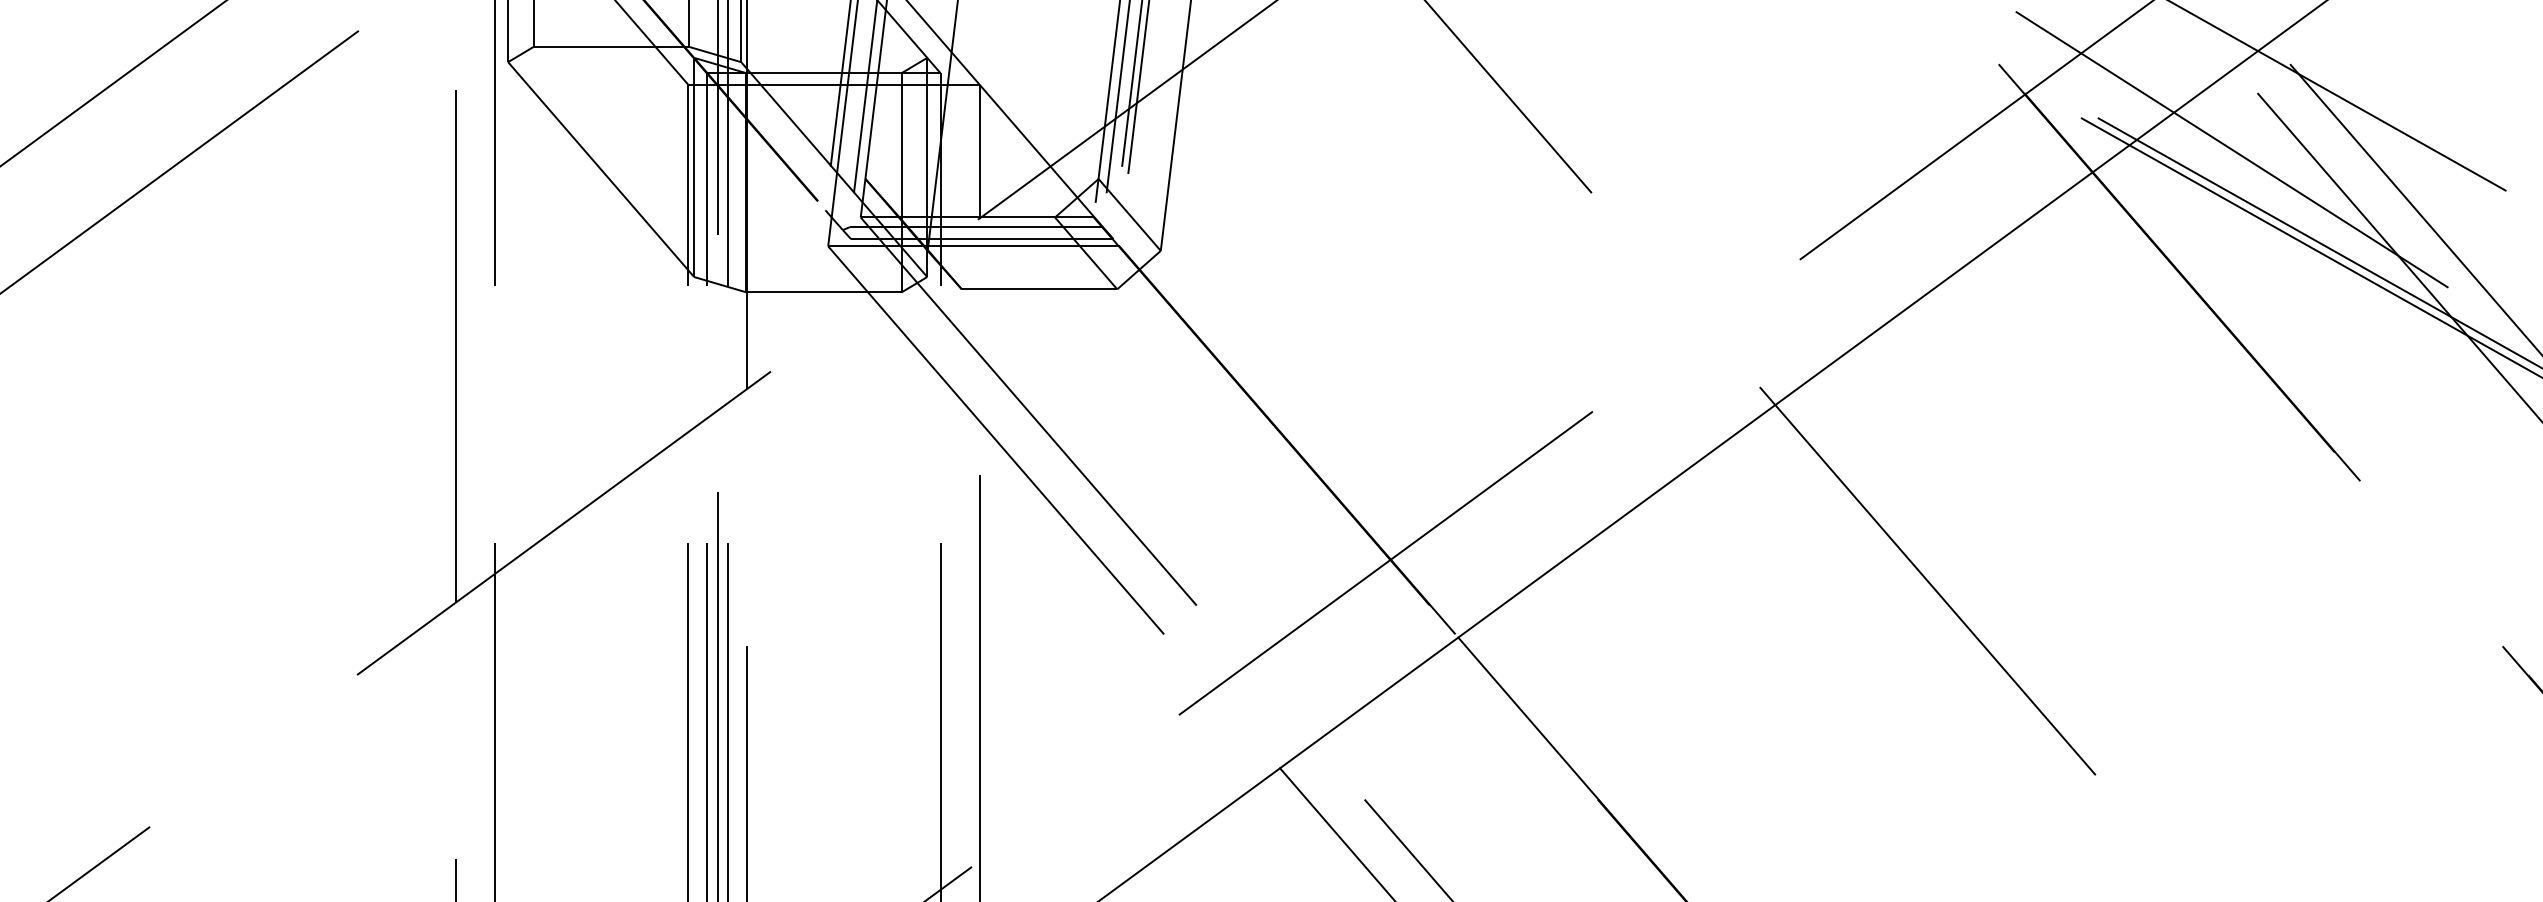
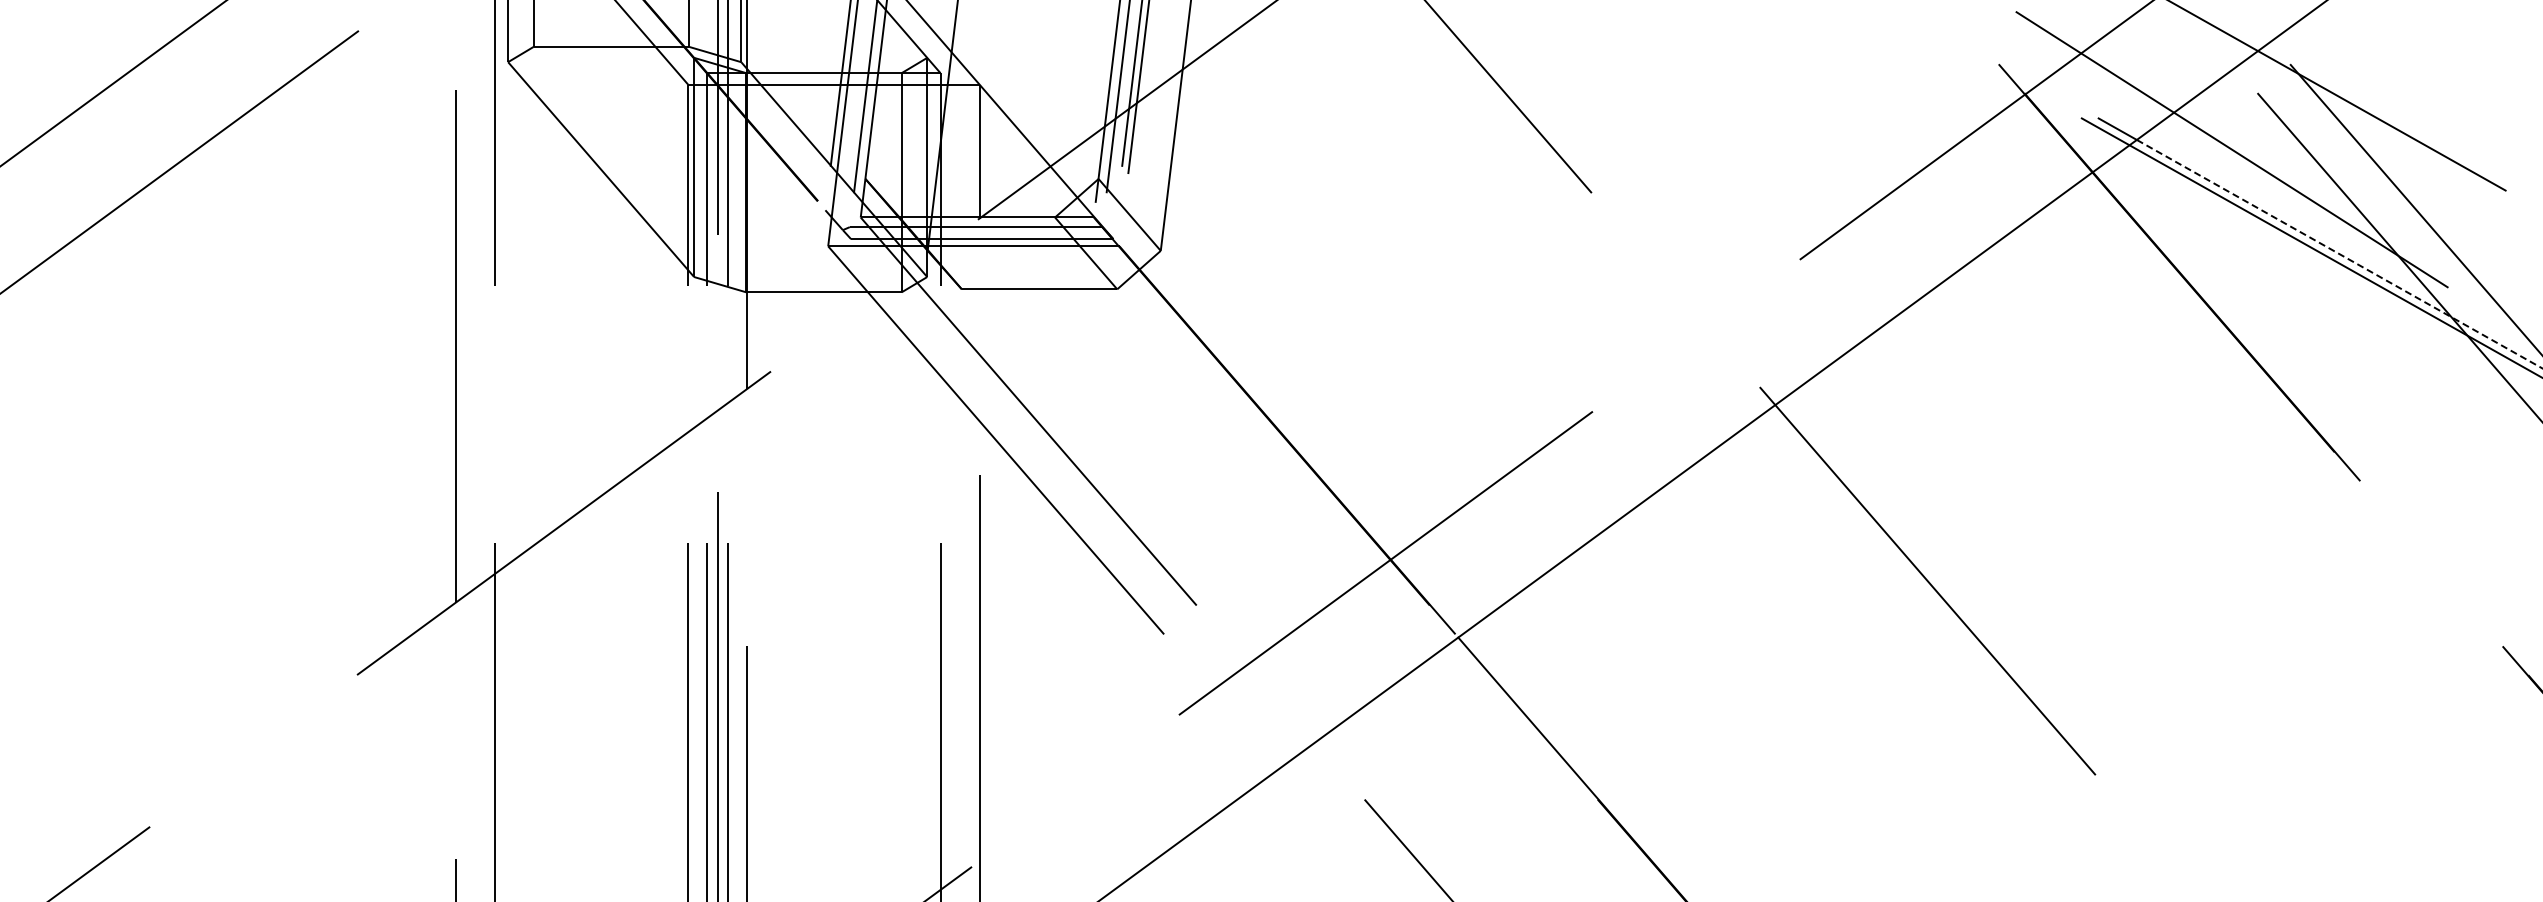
line at (2339, 254): solid -> dashed
line at (1336, 833): present -> none
